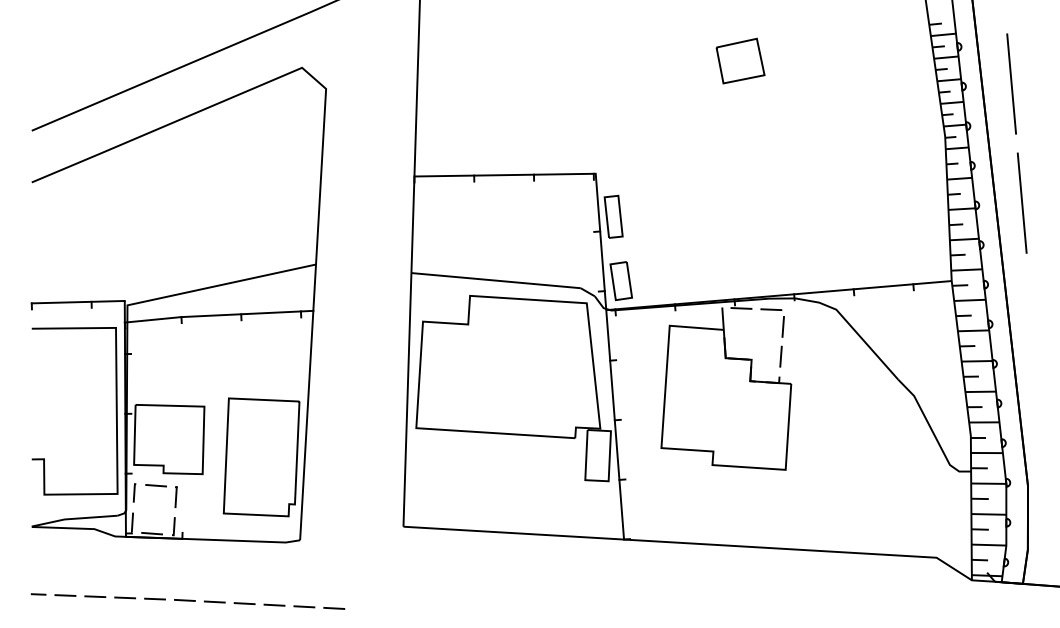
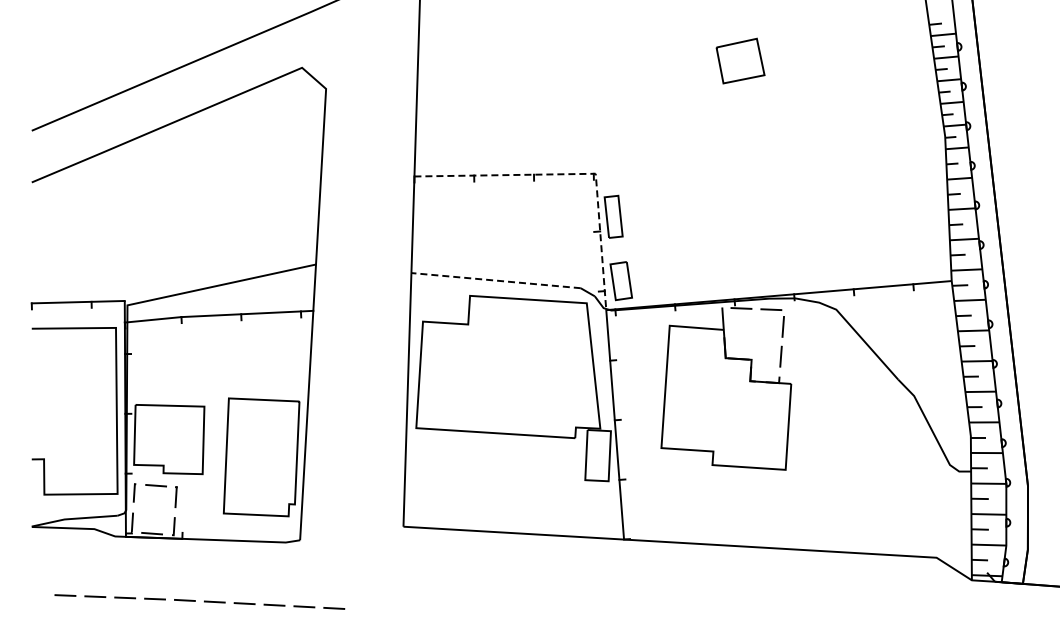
line at (1011, 83): present -> none
line at (573, 174): solid -> dashed
line at (1021, 202): present -> none
line at (495, 280): solid -> dashed
line at (38, 594): present -> none
